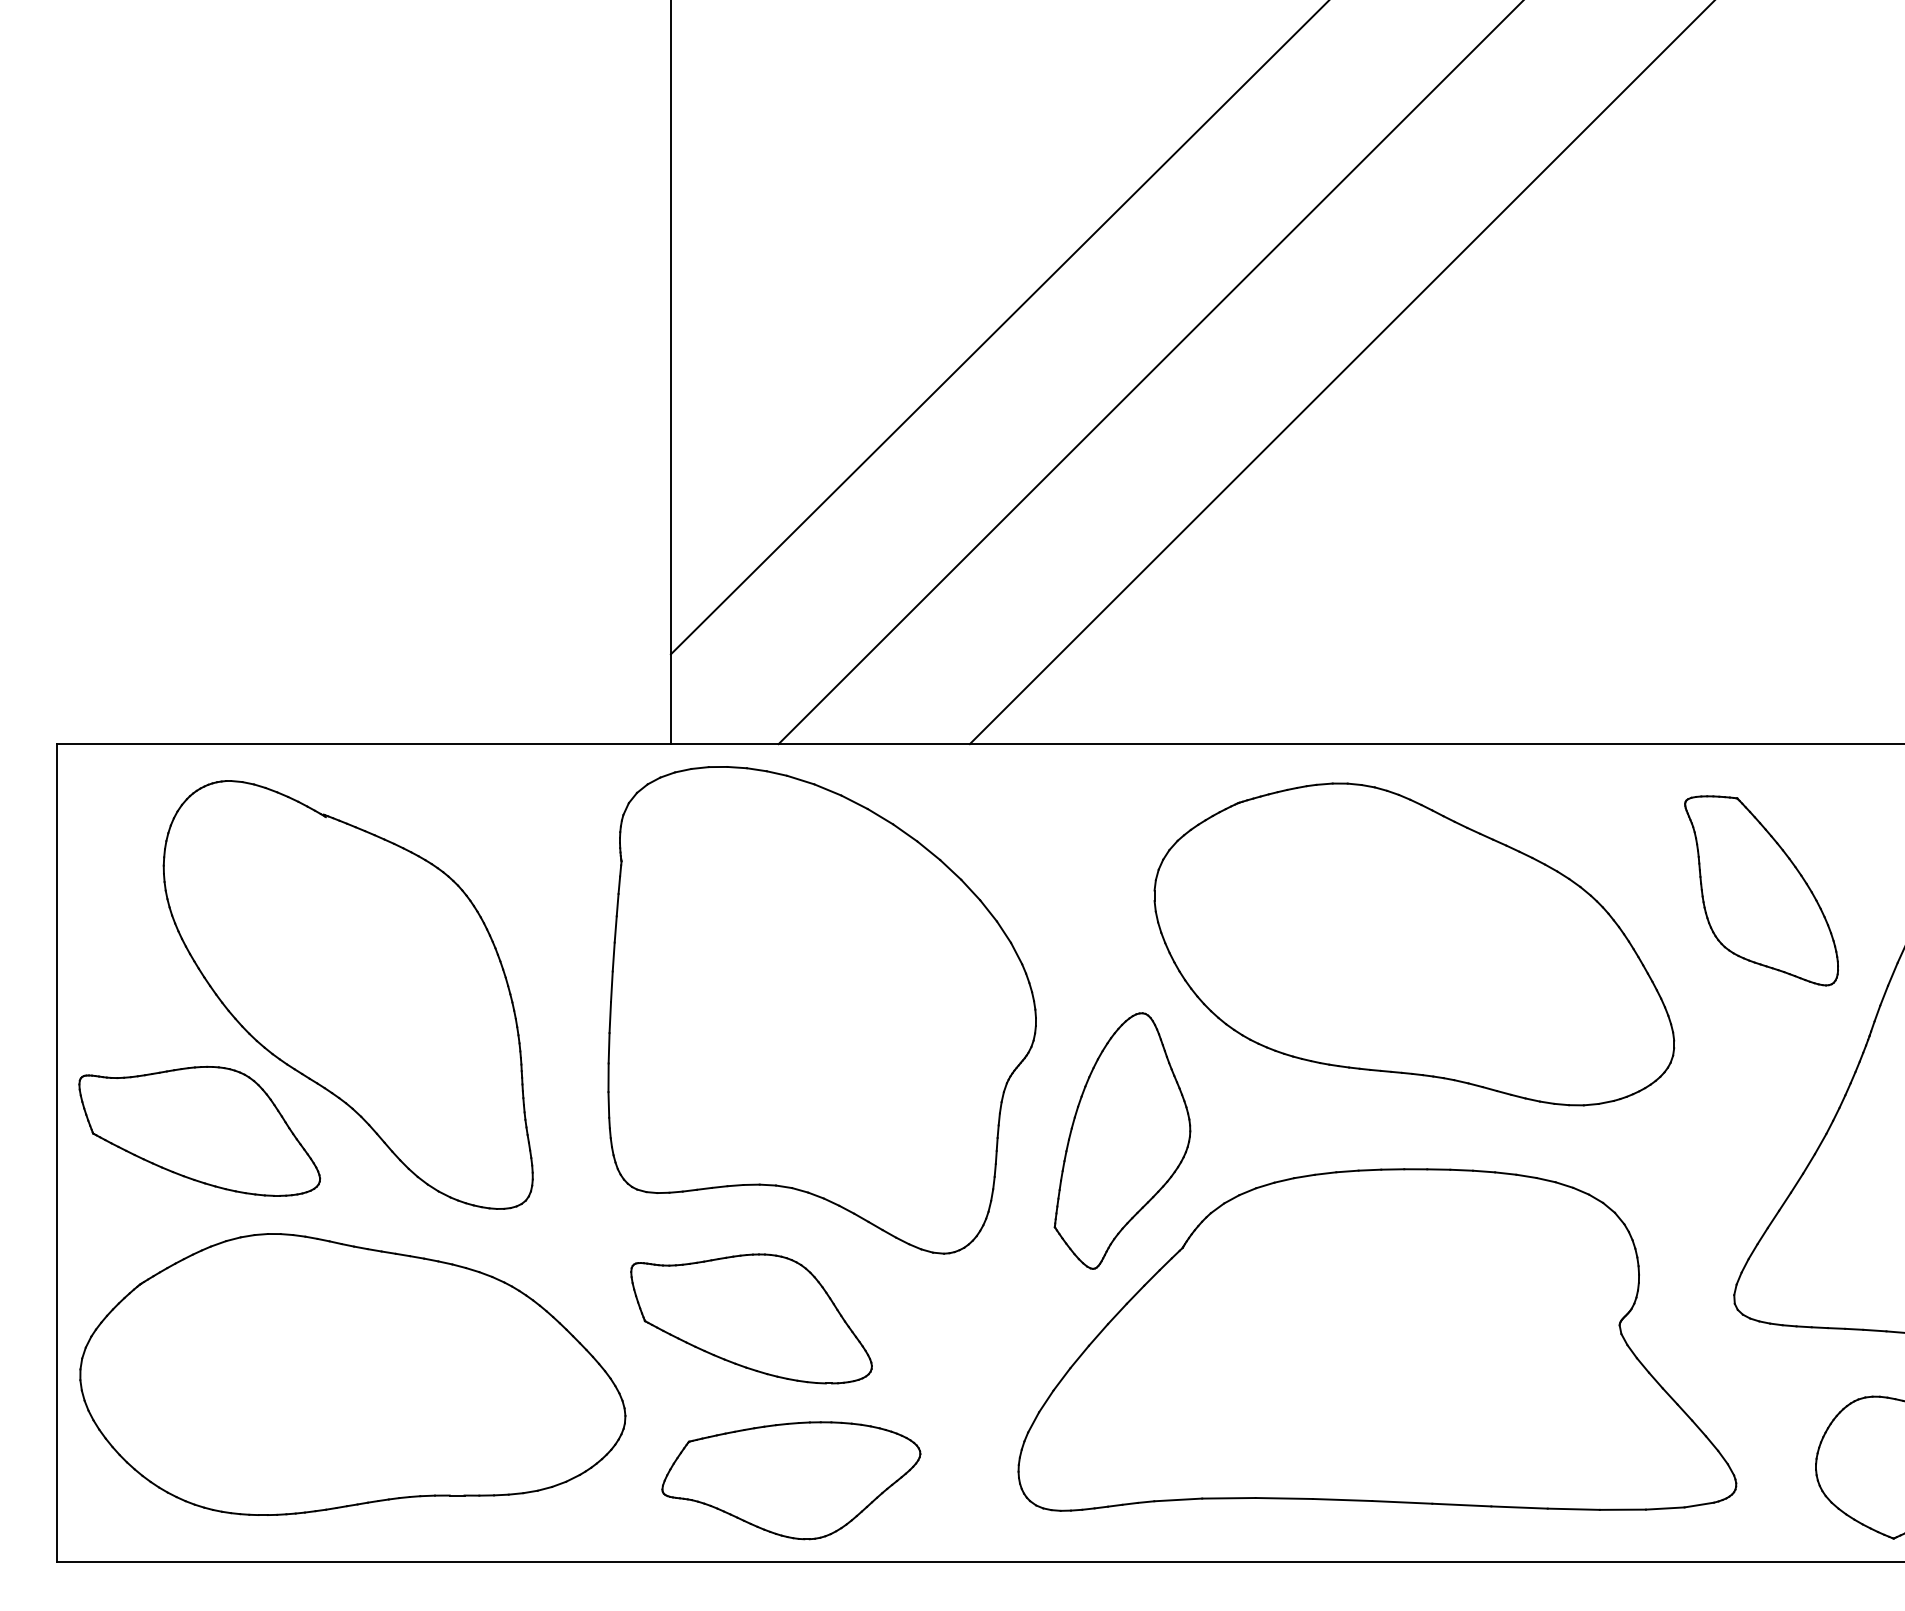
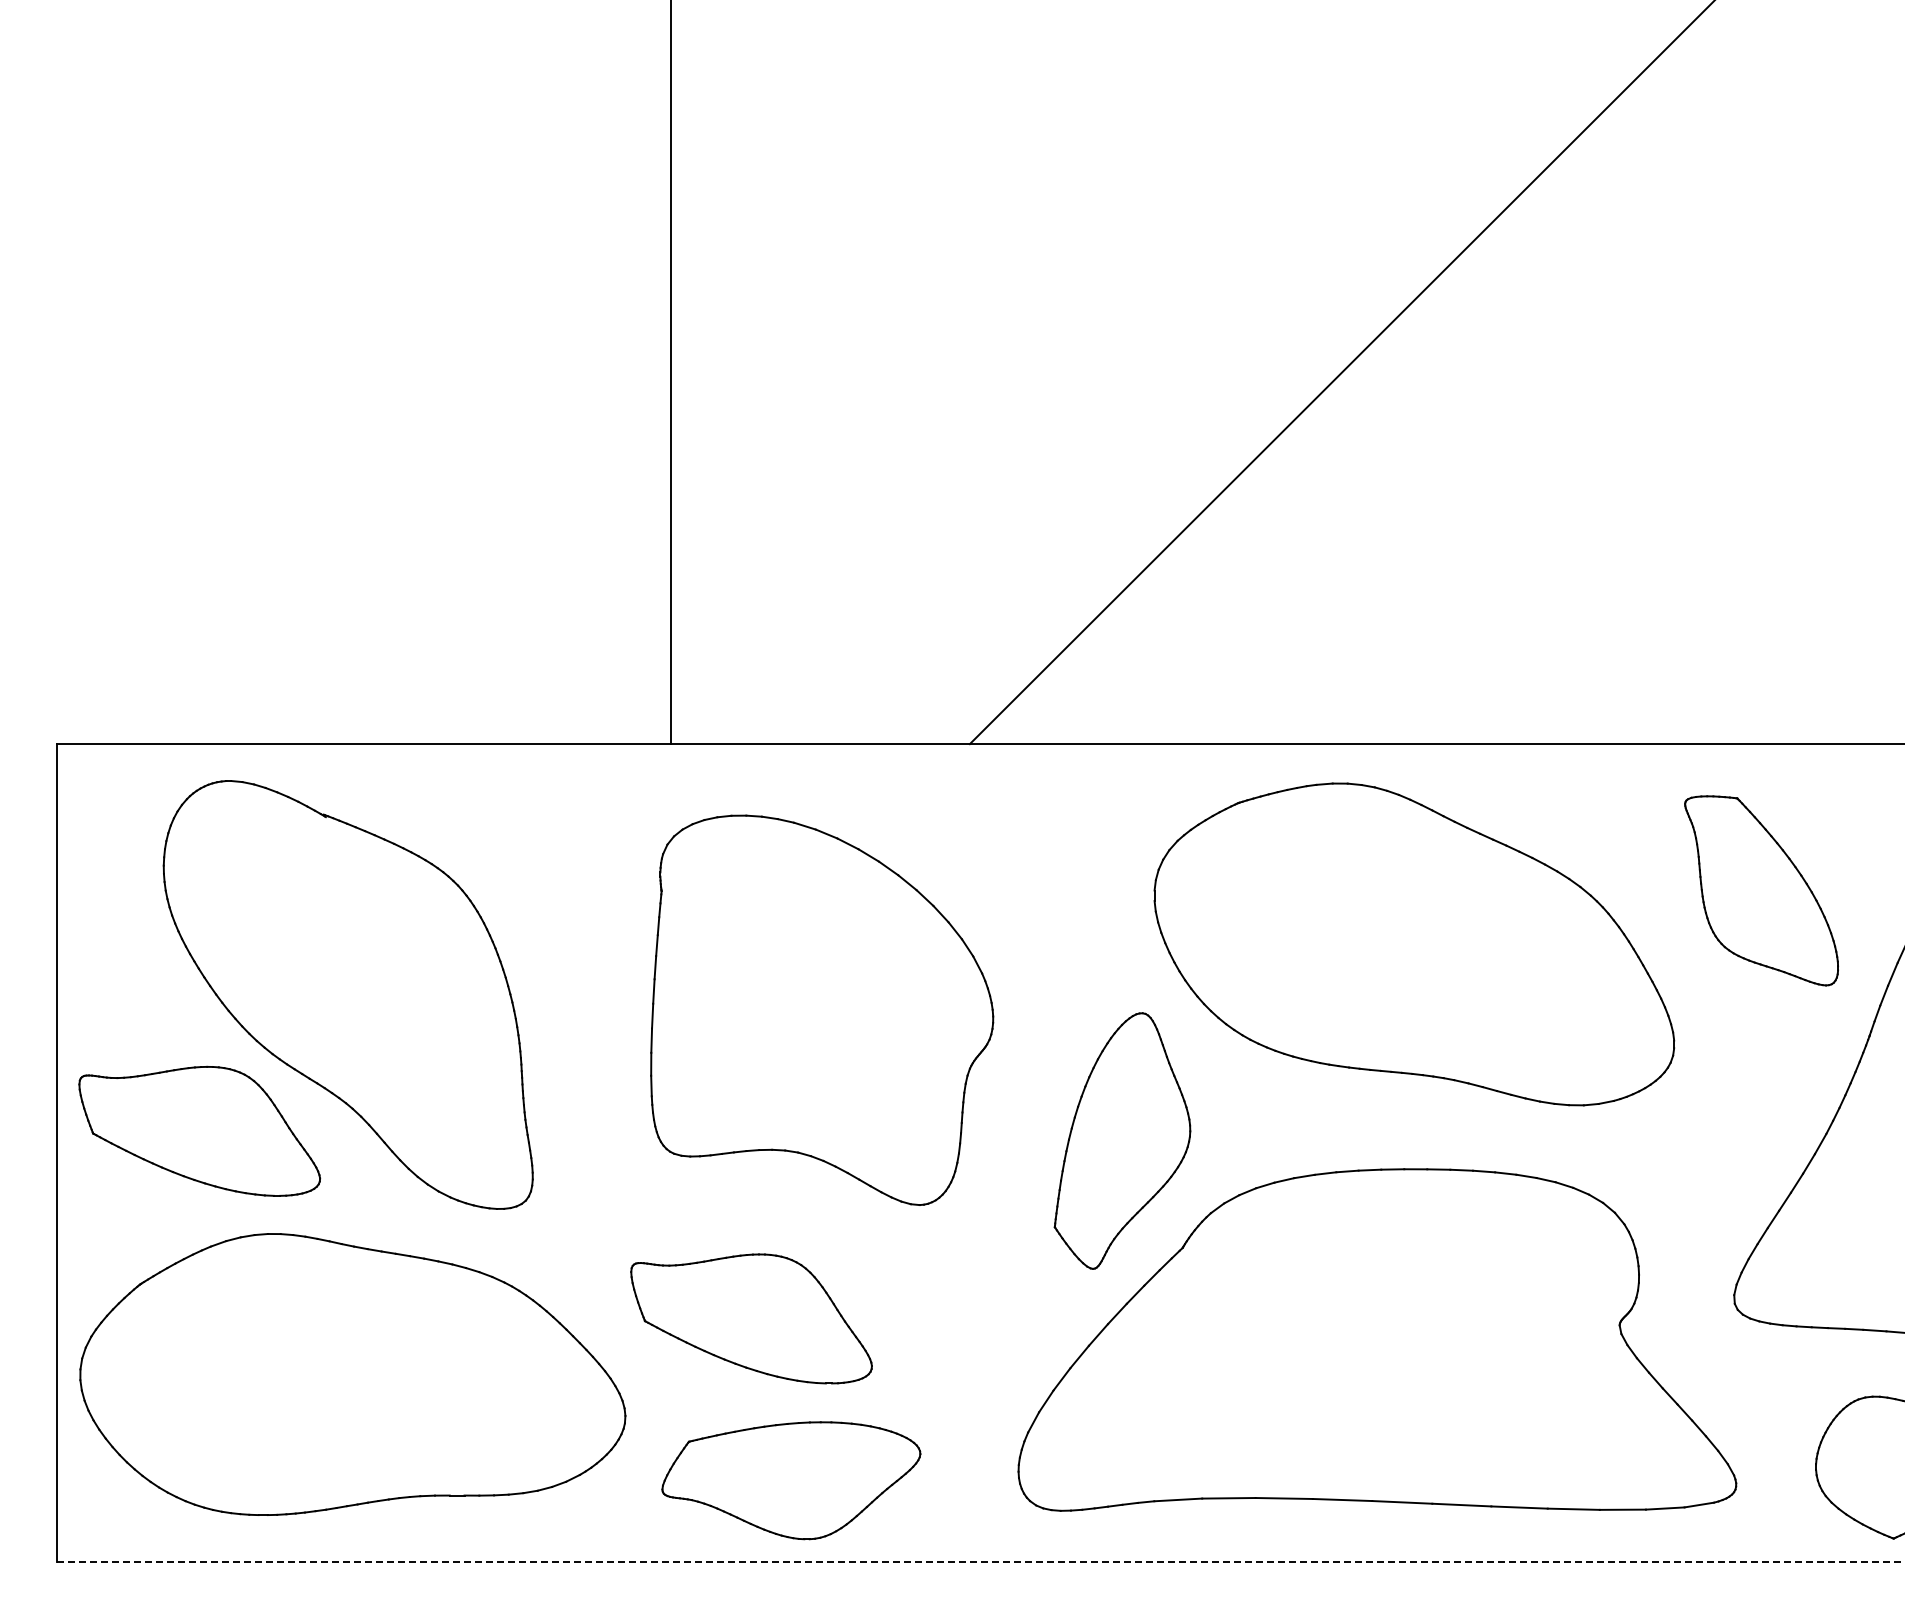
line at (998, 328): present -> none
line at (1149, 373): present -> none
part at (821, 1010) size: 430x489 px -> 345x392 px
line at (981, 1562): solid -> dashed
